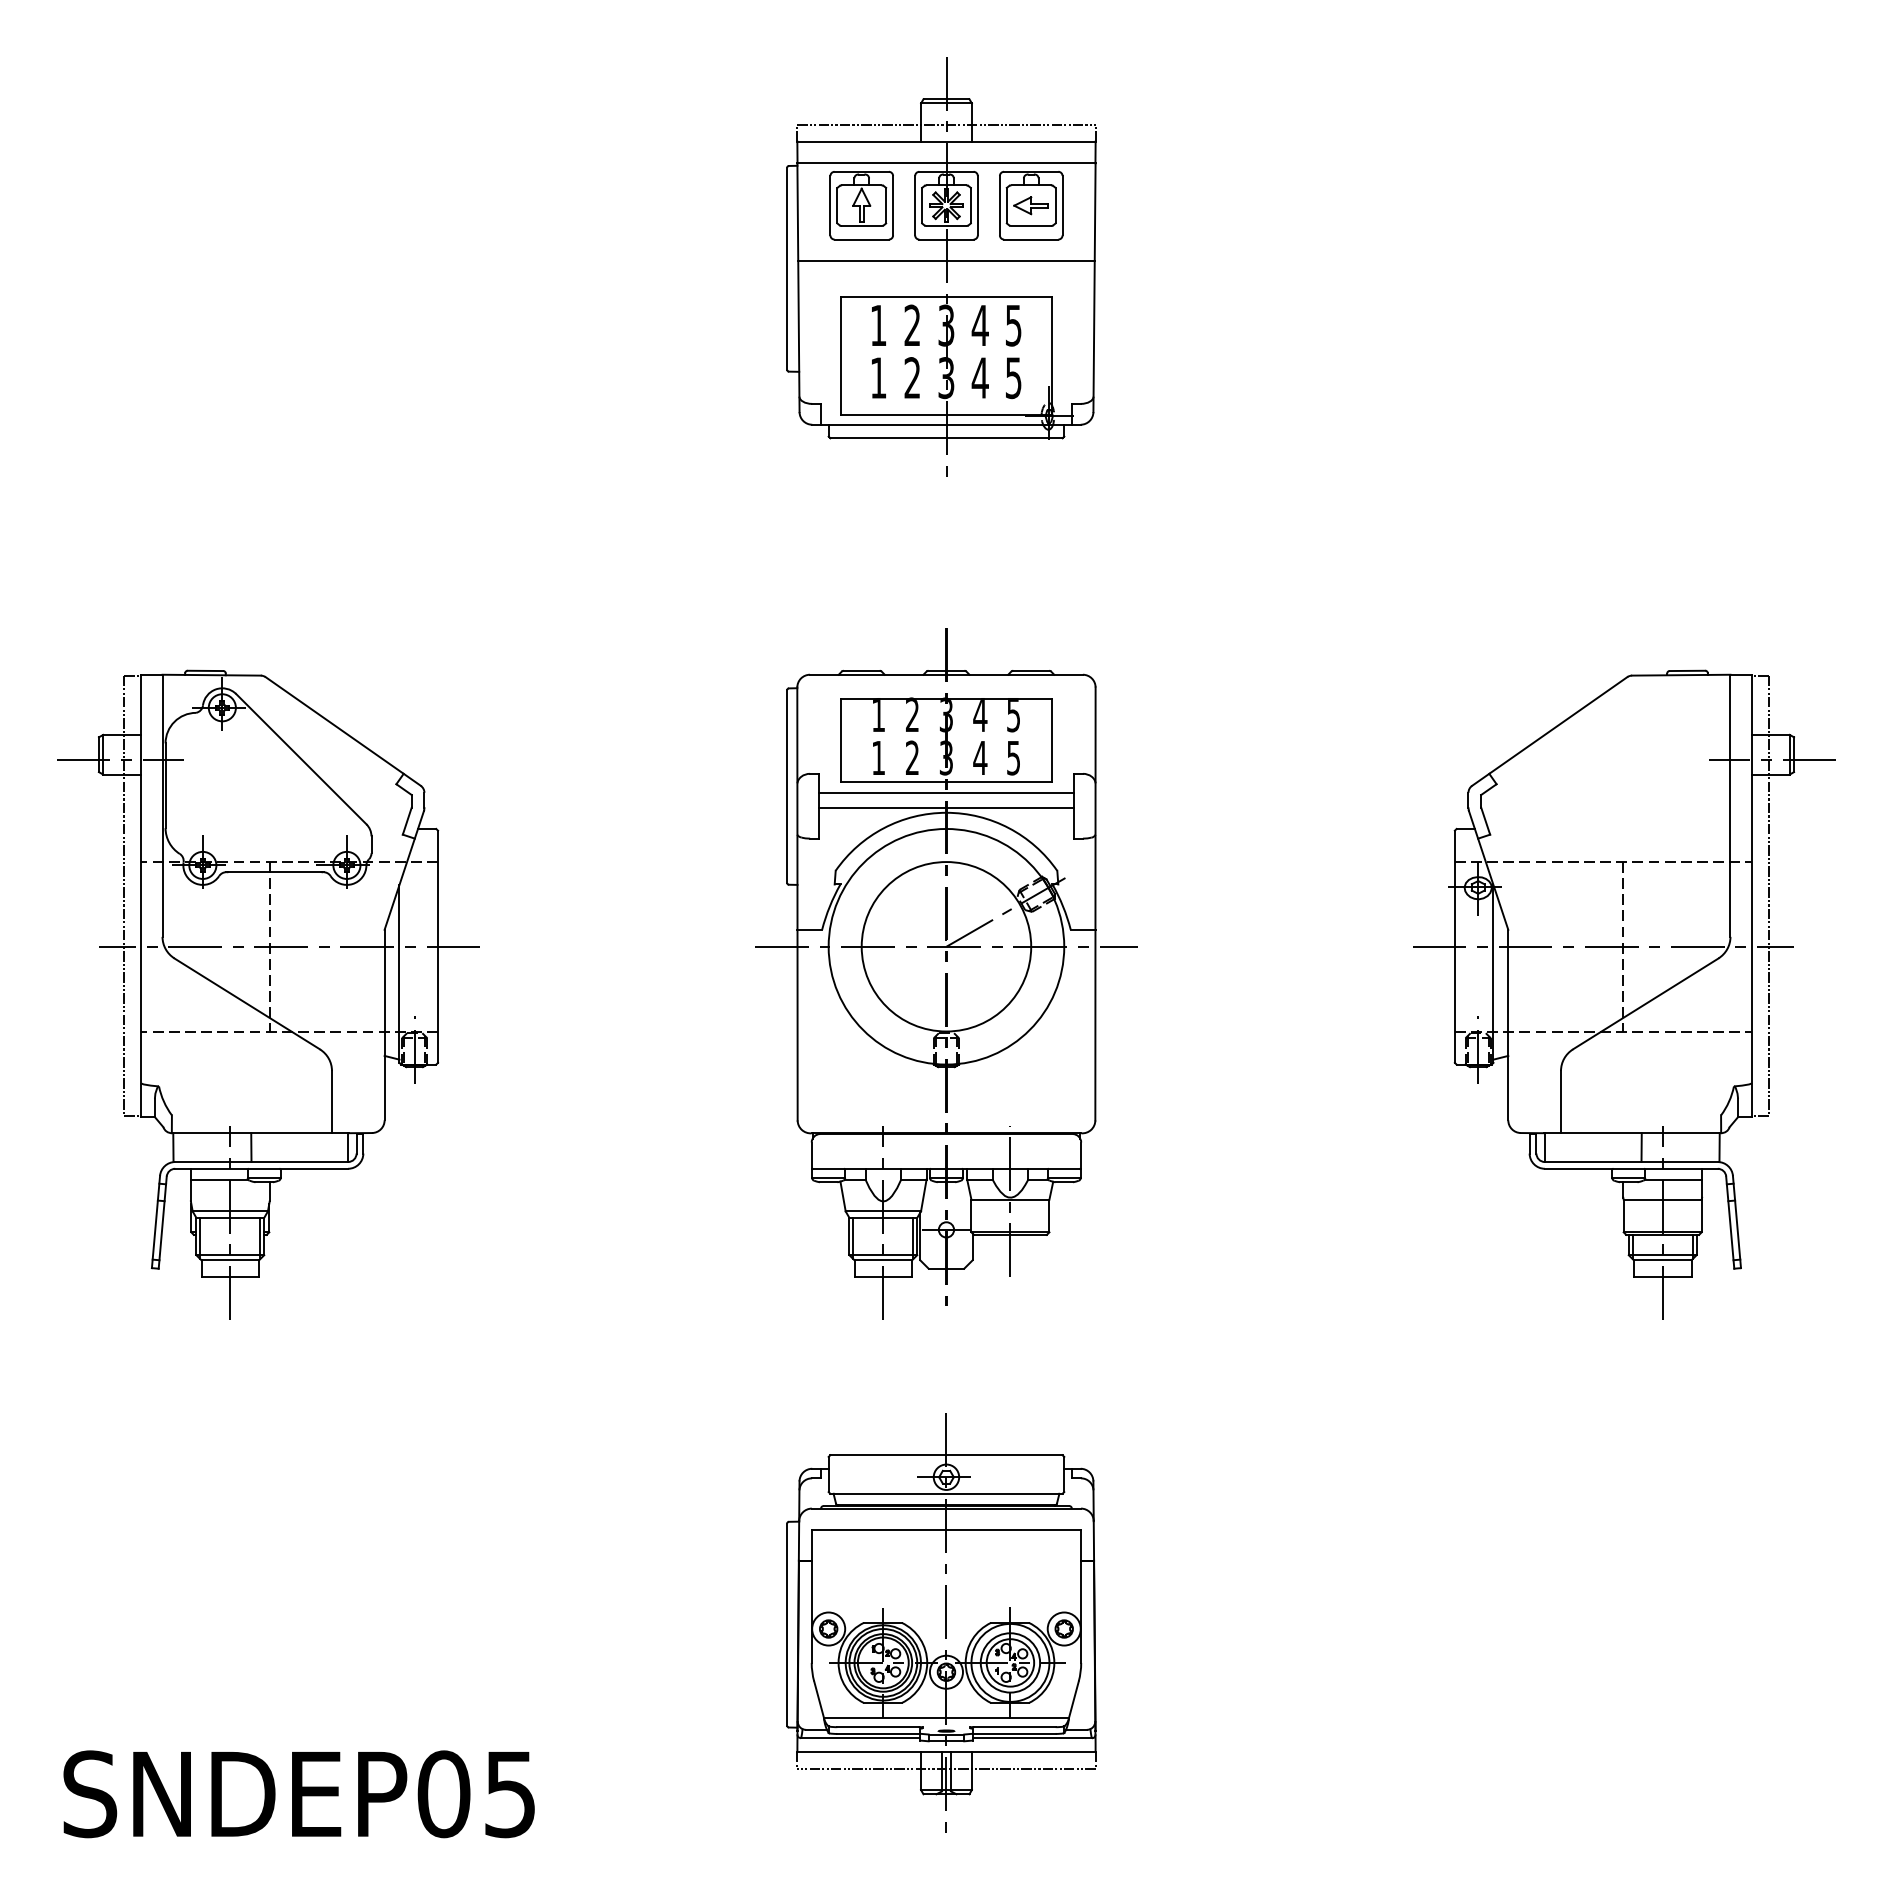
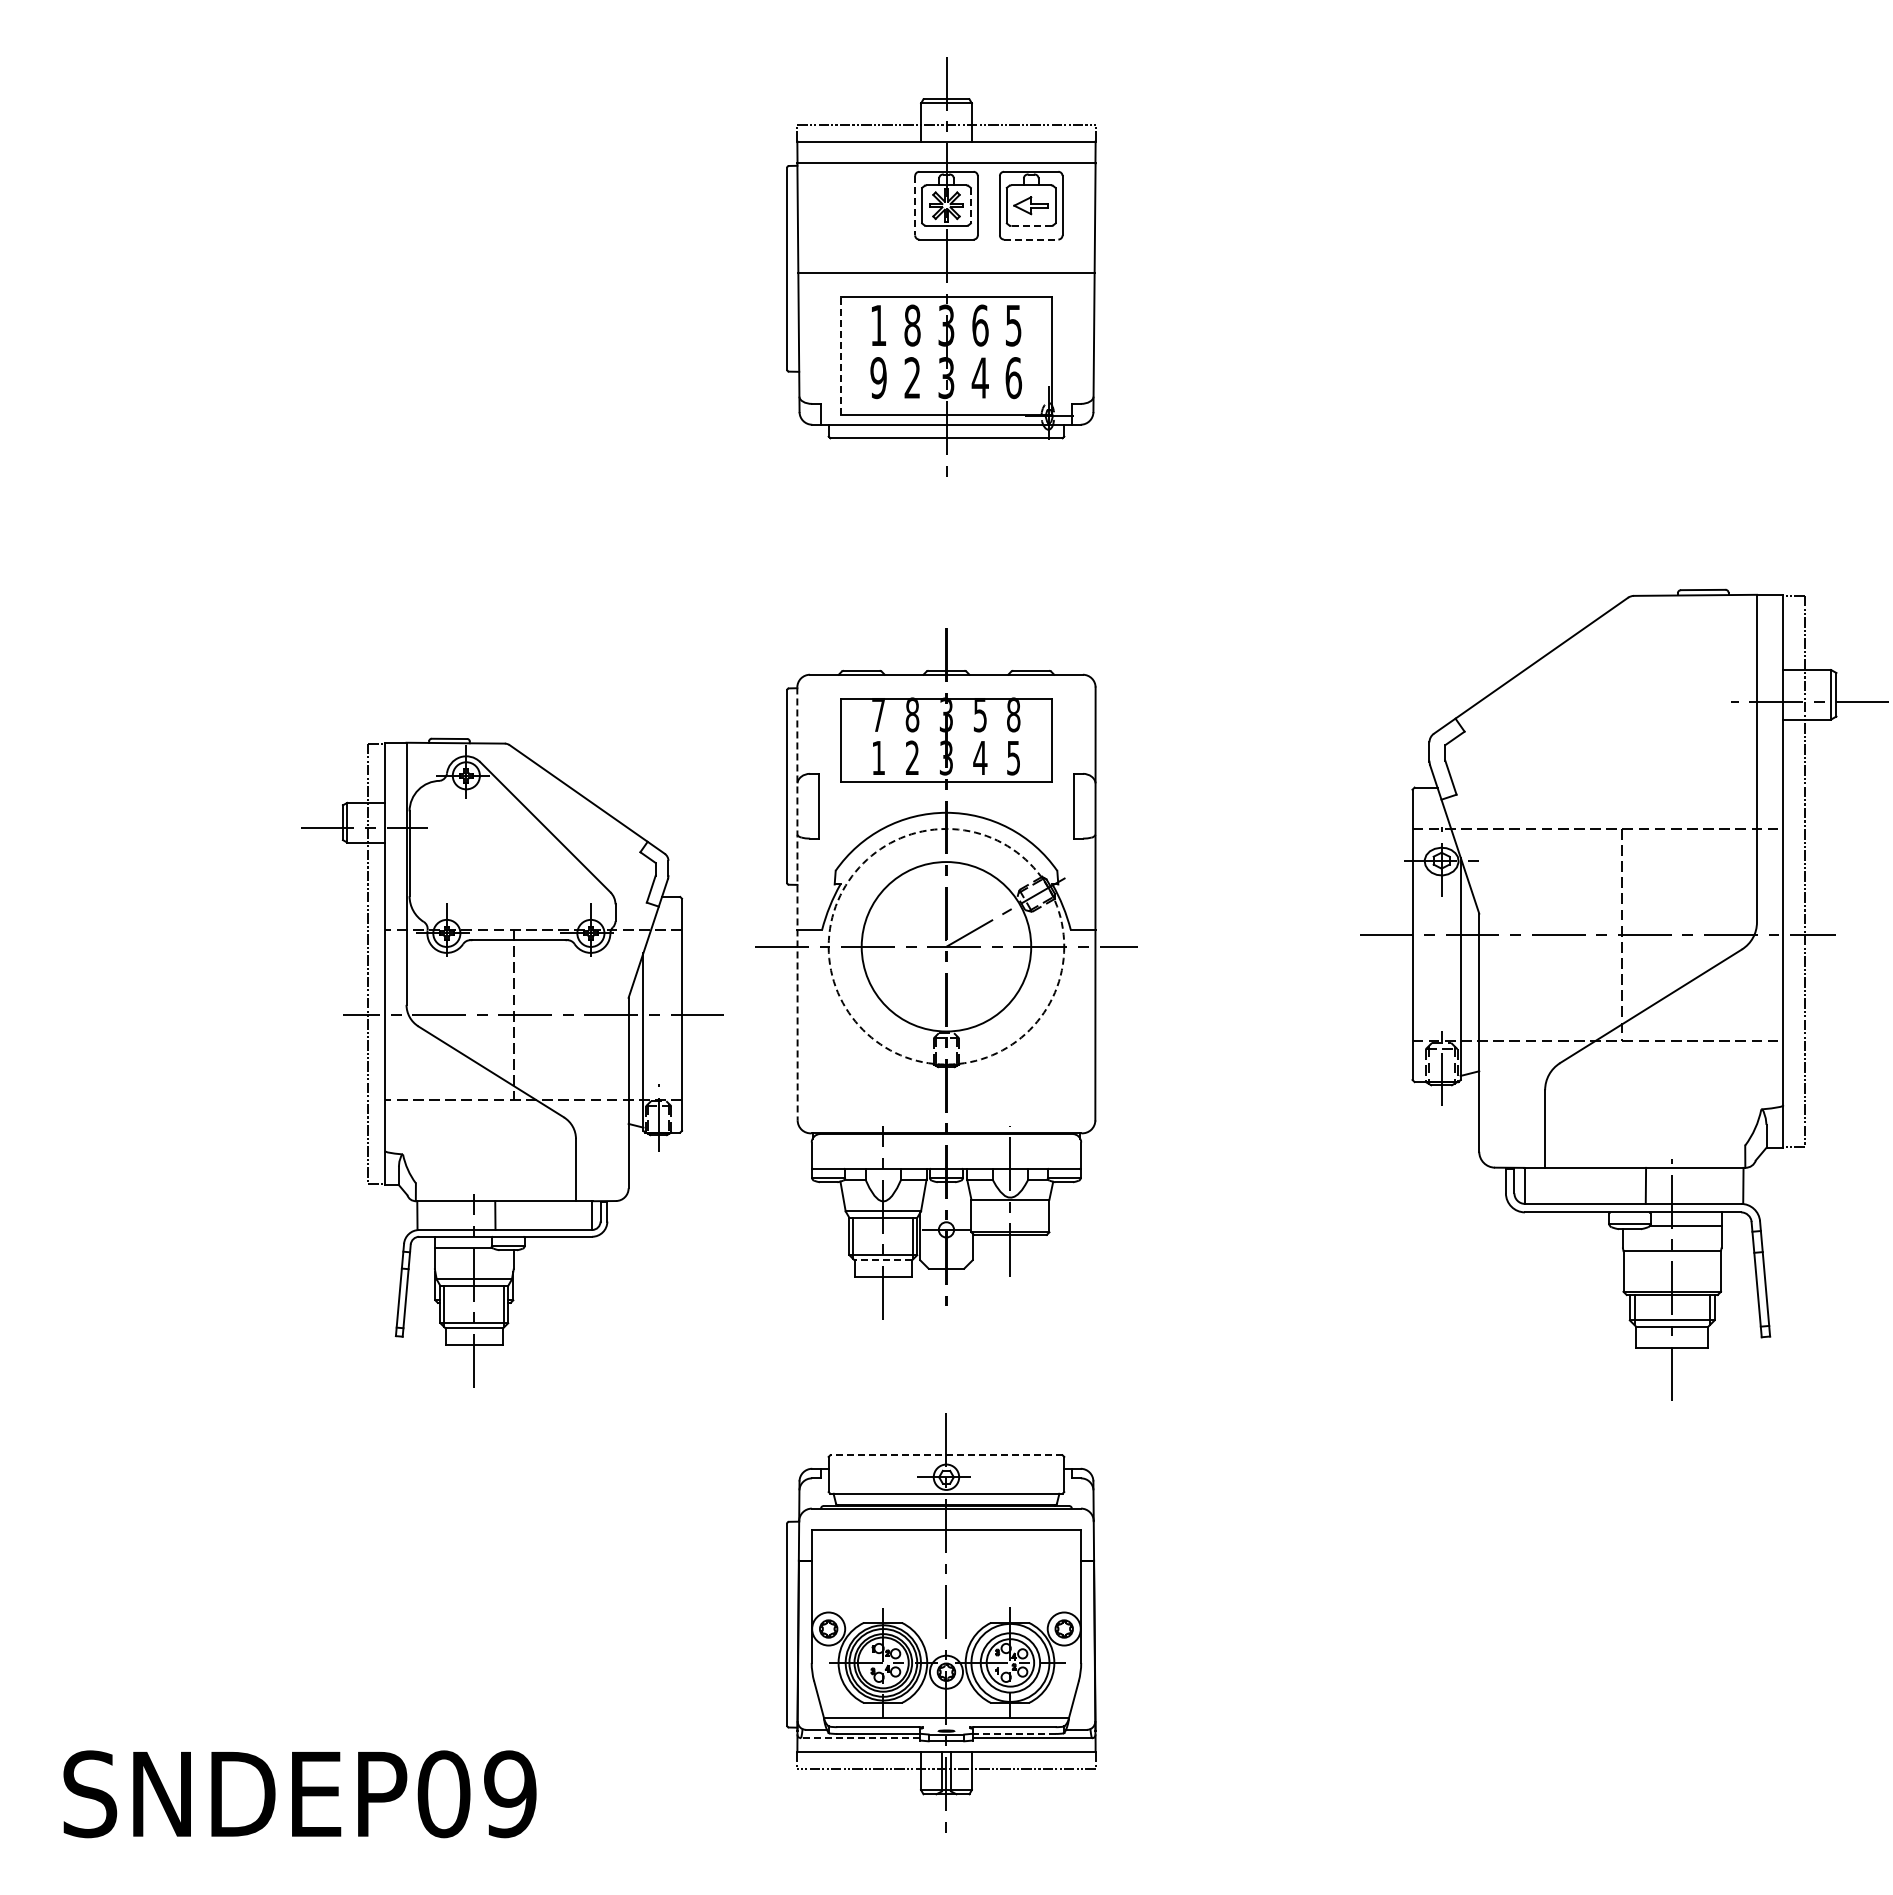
part at (861, 205): present -> none
line at (915, 205): solid -> dashed
line at (970, 205): solid -> dashed
line at (1031, 226): solid -> dashed
line at (1031, 239): solid -> dashed
line at (946, 261) position: (946, 261) -> (946, 273)
text at (912, 325): 2 -> 8
text at (979, 325): 4 -> 6
line at (840, 355): solid -> dashed
text at (878, 378): 1 -> 9
text at (1013, 378): 5 -> 6
text at (912, 714): 2 -> 8
text at (1013, 714): 5 -> 8
text at (878, 715): 1 -> 7
text at (980, 716): 4 -> 5
line at (946, 792): present -> none
line at (946, 808): present -> none
line at (797, 904): solid -> dashed
circle at (946, 946): solid -> dashed
part at (268, 994) position: (268, 994) -> (512, 1062)
part at (1624, 994) size: 423x651 px -> 529x813 px
line at (883, 1260): solid -> dashed
line at (945, 1455): solid -> dashed
line at (1013, 1733): solid -> dashed
line at (860, 1738): solid -> dashed
text at (510, 1794): SNDEP05 -> SNDEP09
